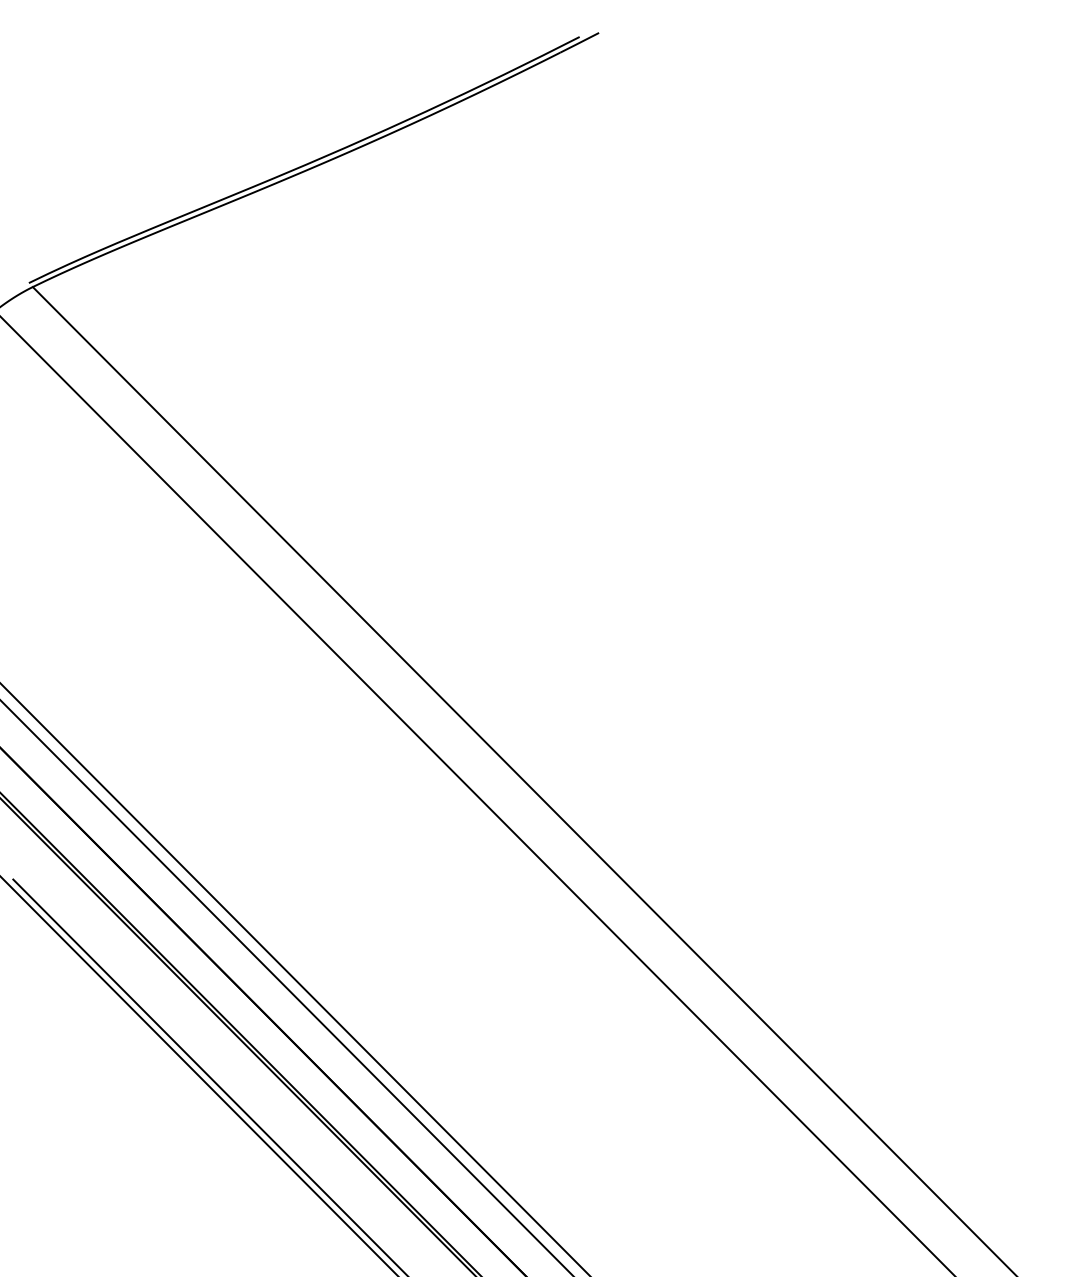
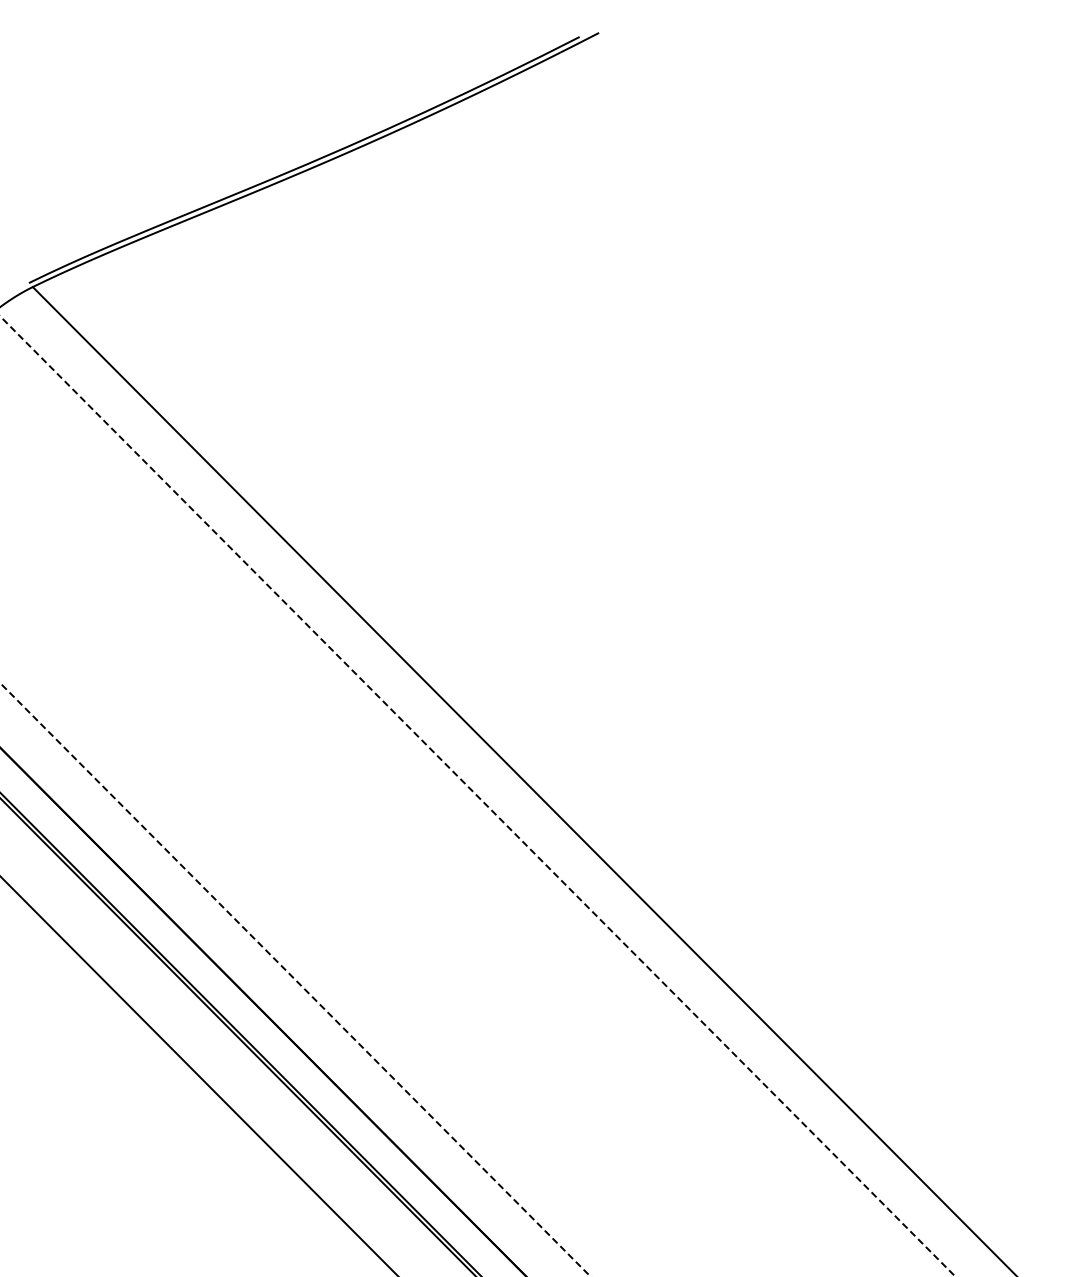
line at (478, 796): solid -> dashed
line at (295, 980): solid -> dashed
line at (286, 987): present -> none
line at (209, 1076): present -> none
